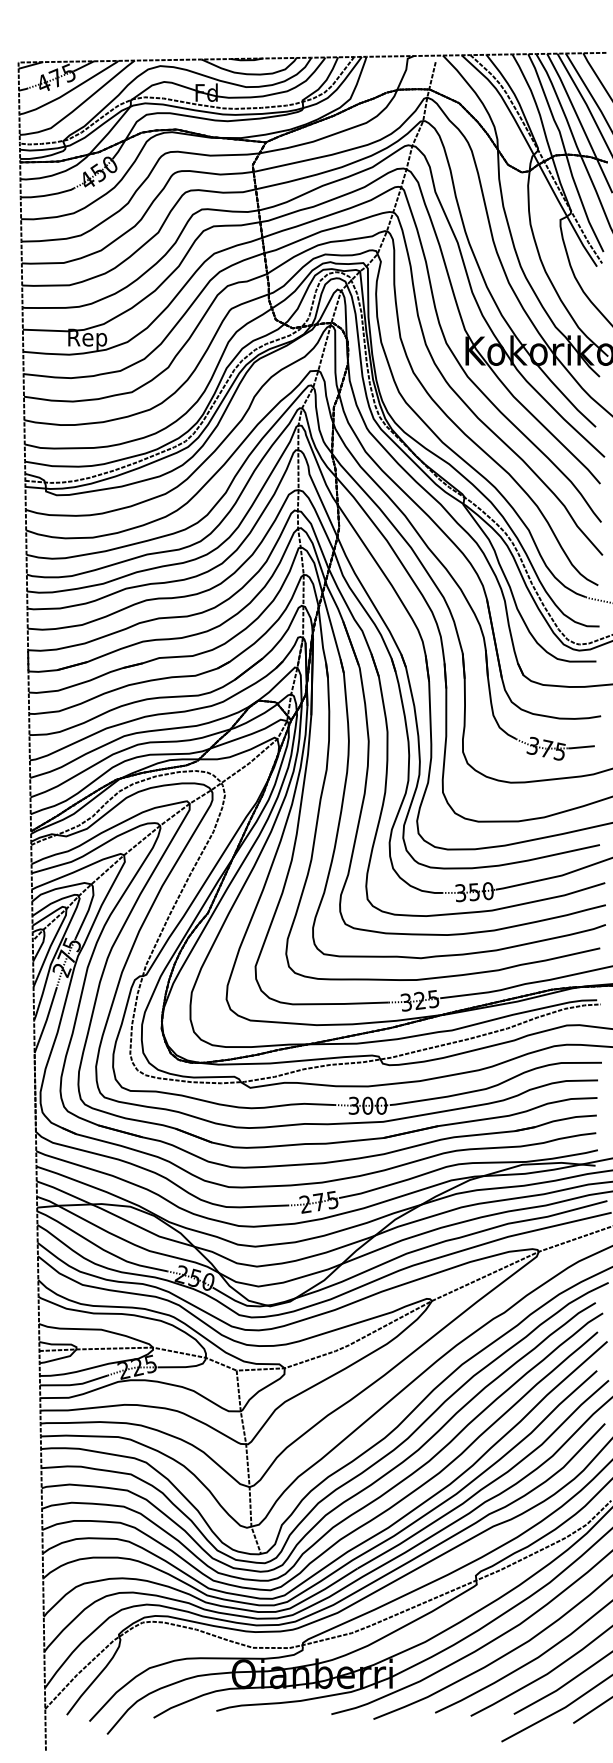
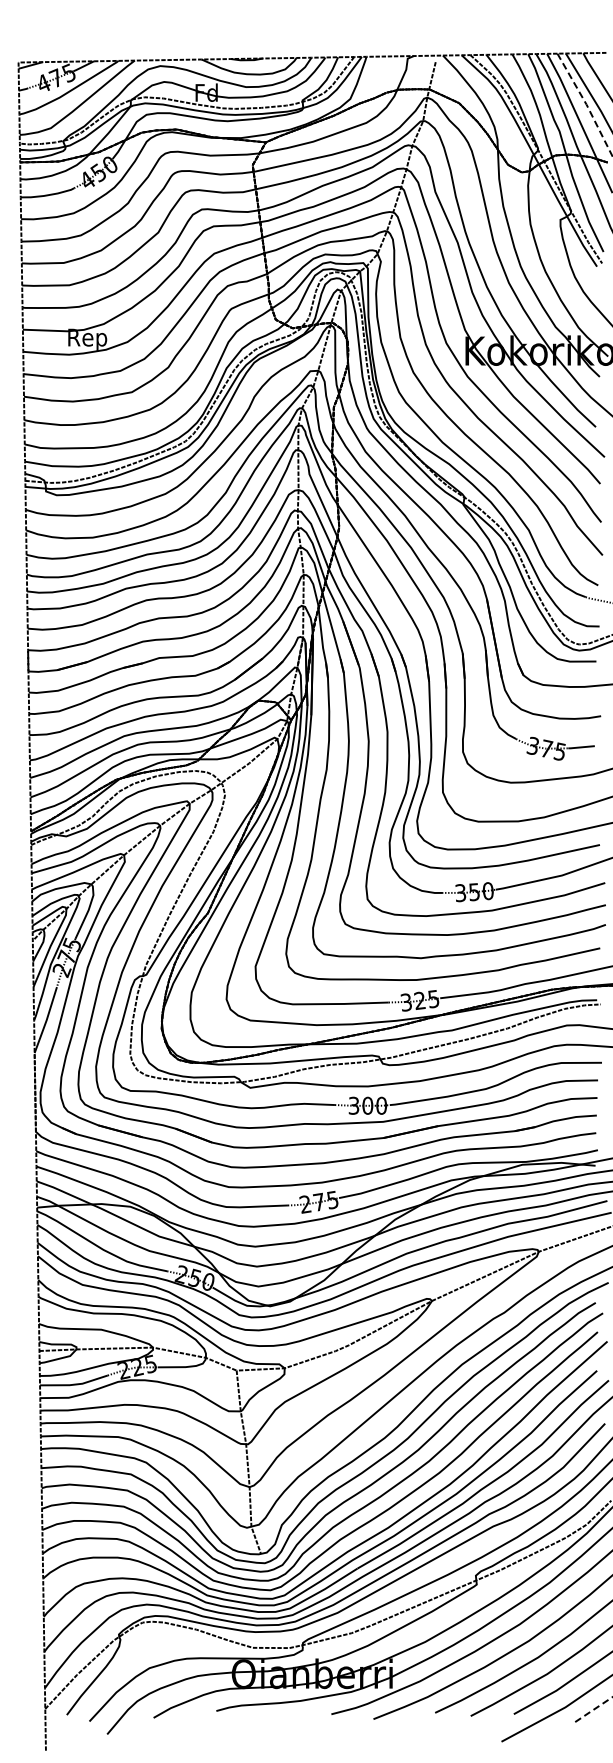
line at (586, 104): solid -> dashed
line at (592, 1710): solid -> dashed
